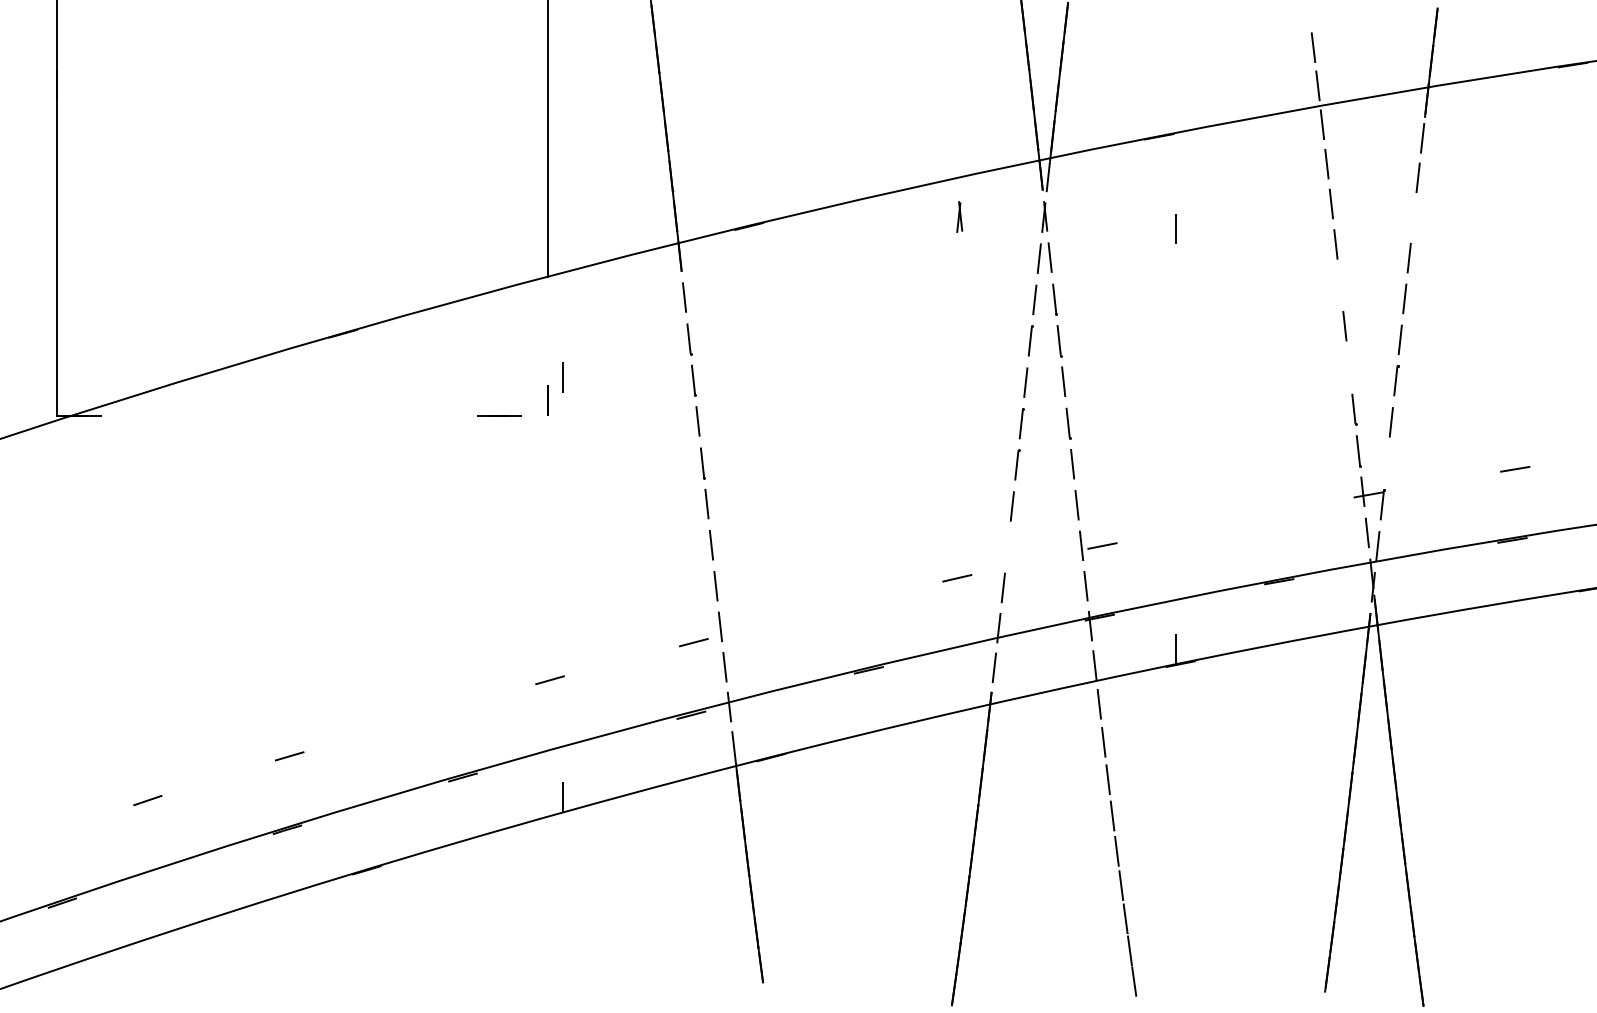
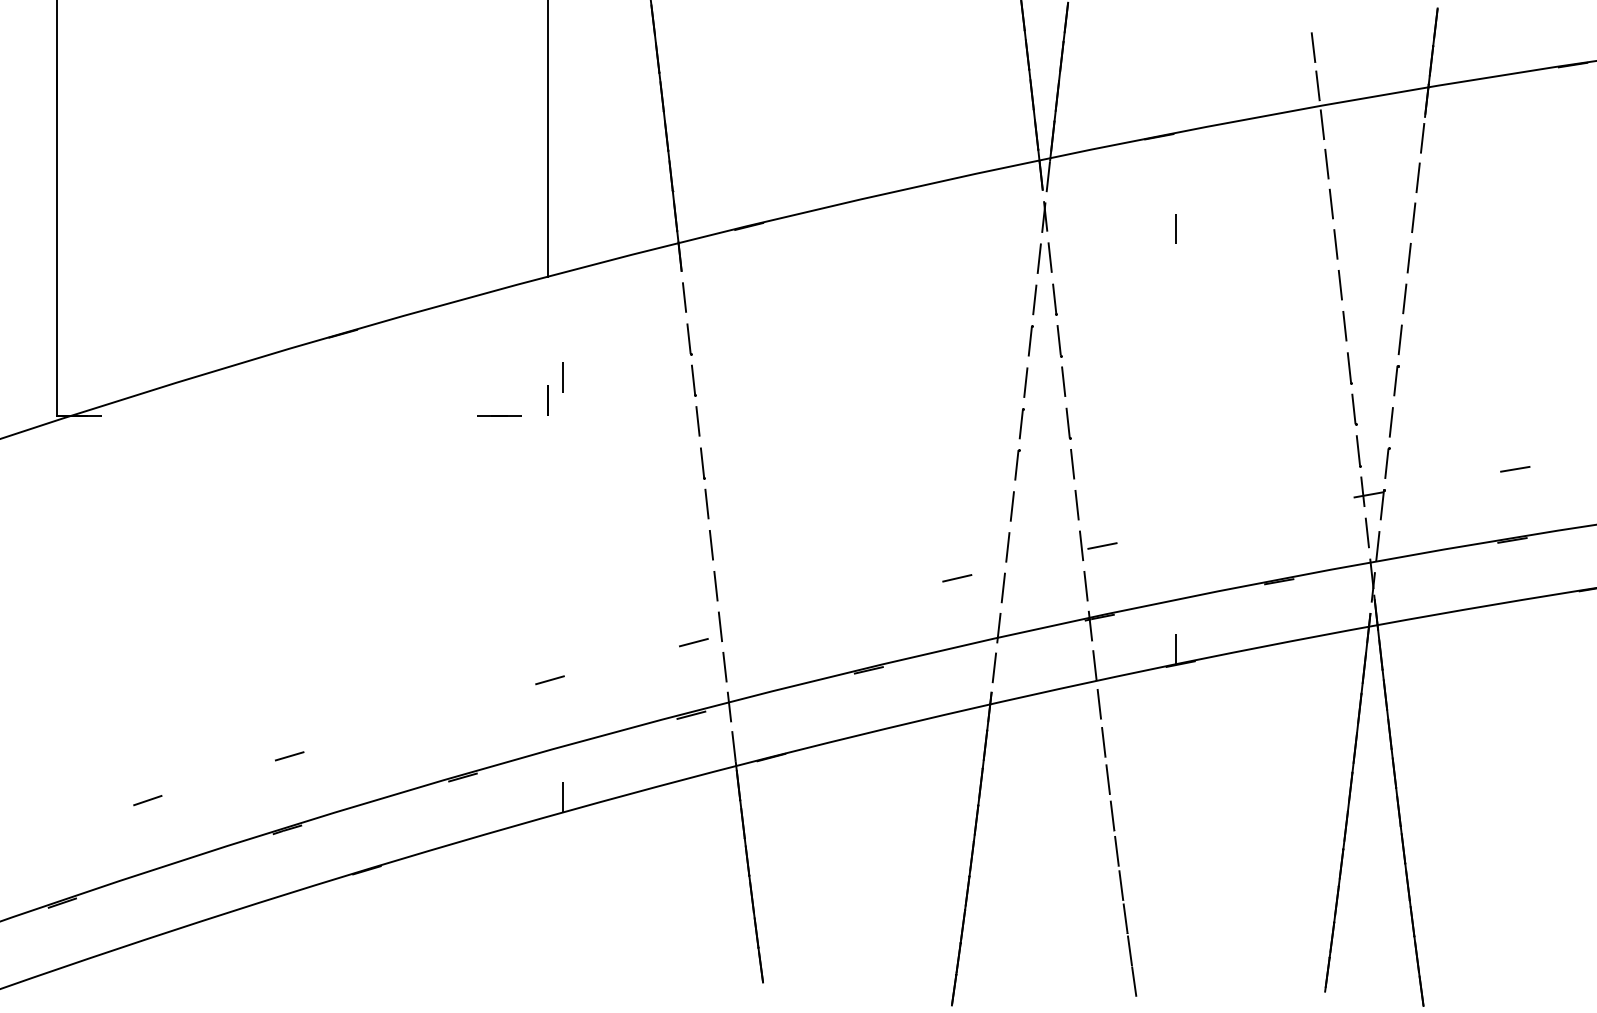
part at (959, 216): present -> none
line at (1413, 217): none -> present
line at (1339, 285): none -> present
line at (1349, 368): none -> present
line at (1387, 462): none -> present
line at (1007, 547): none -> present
